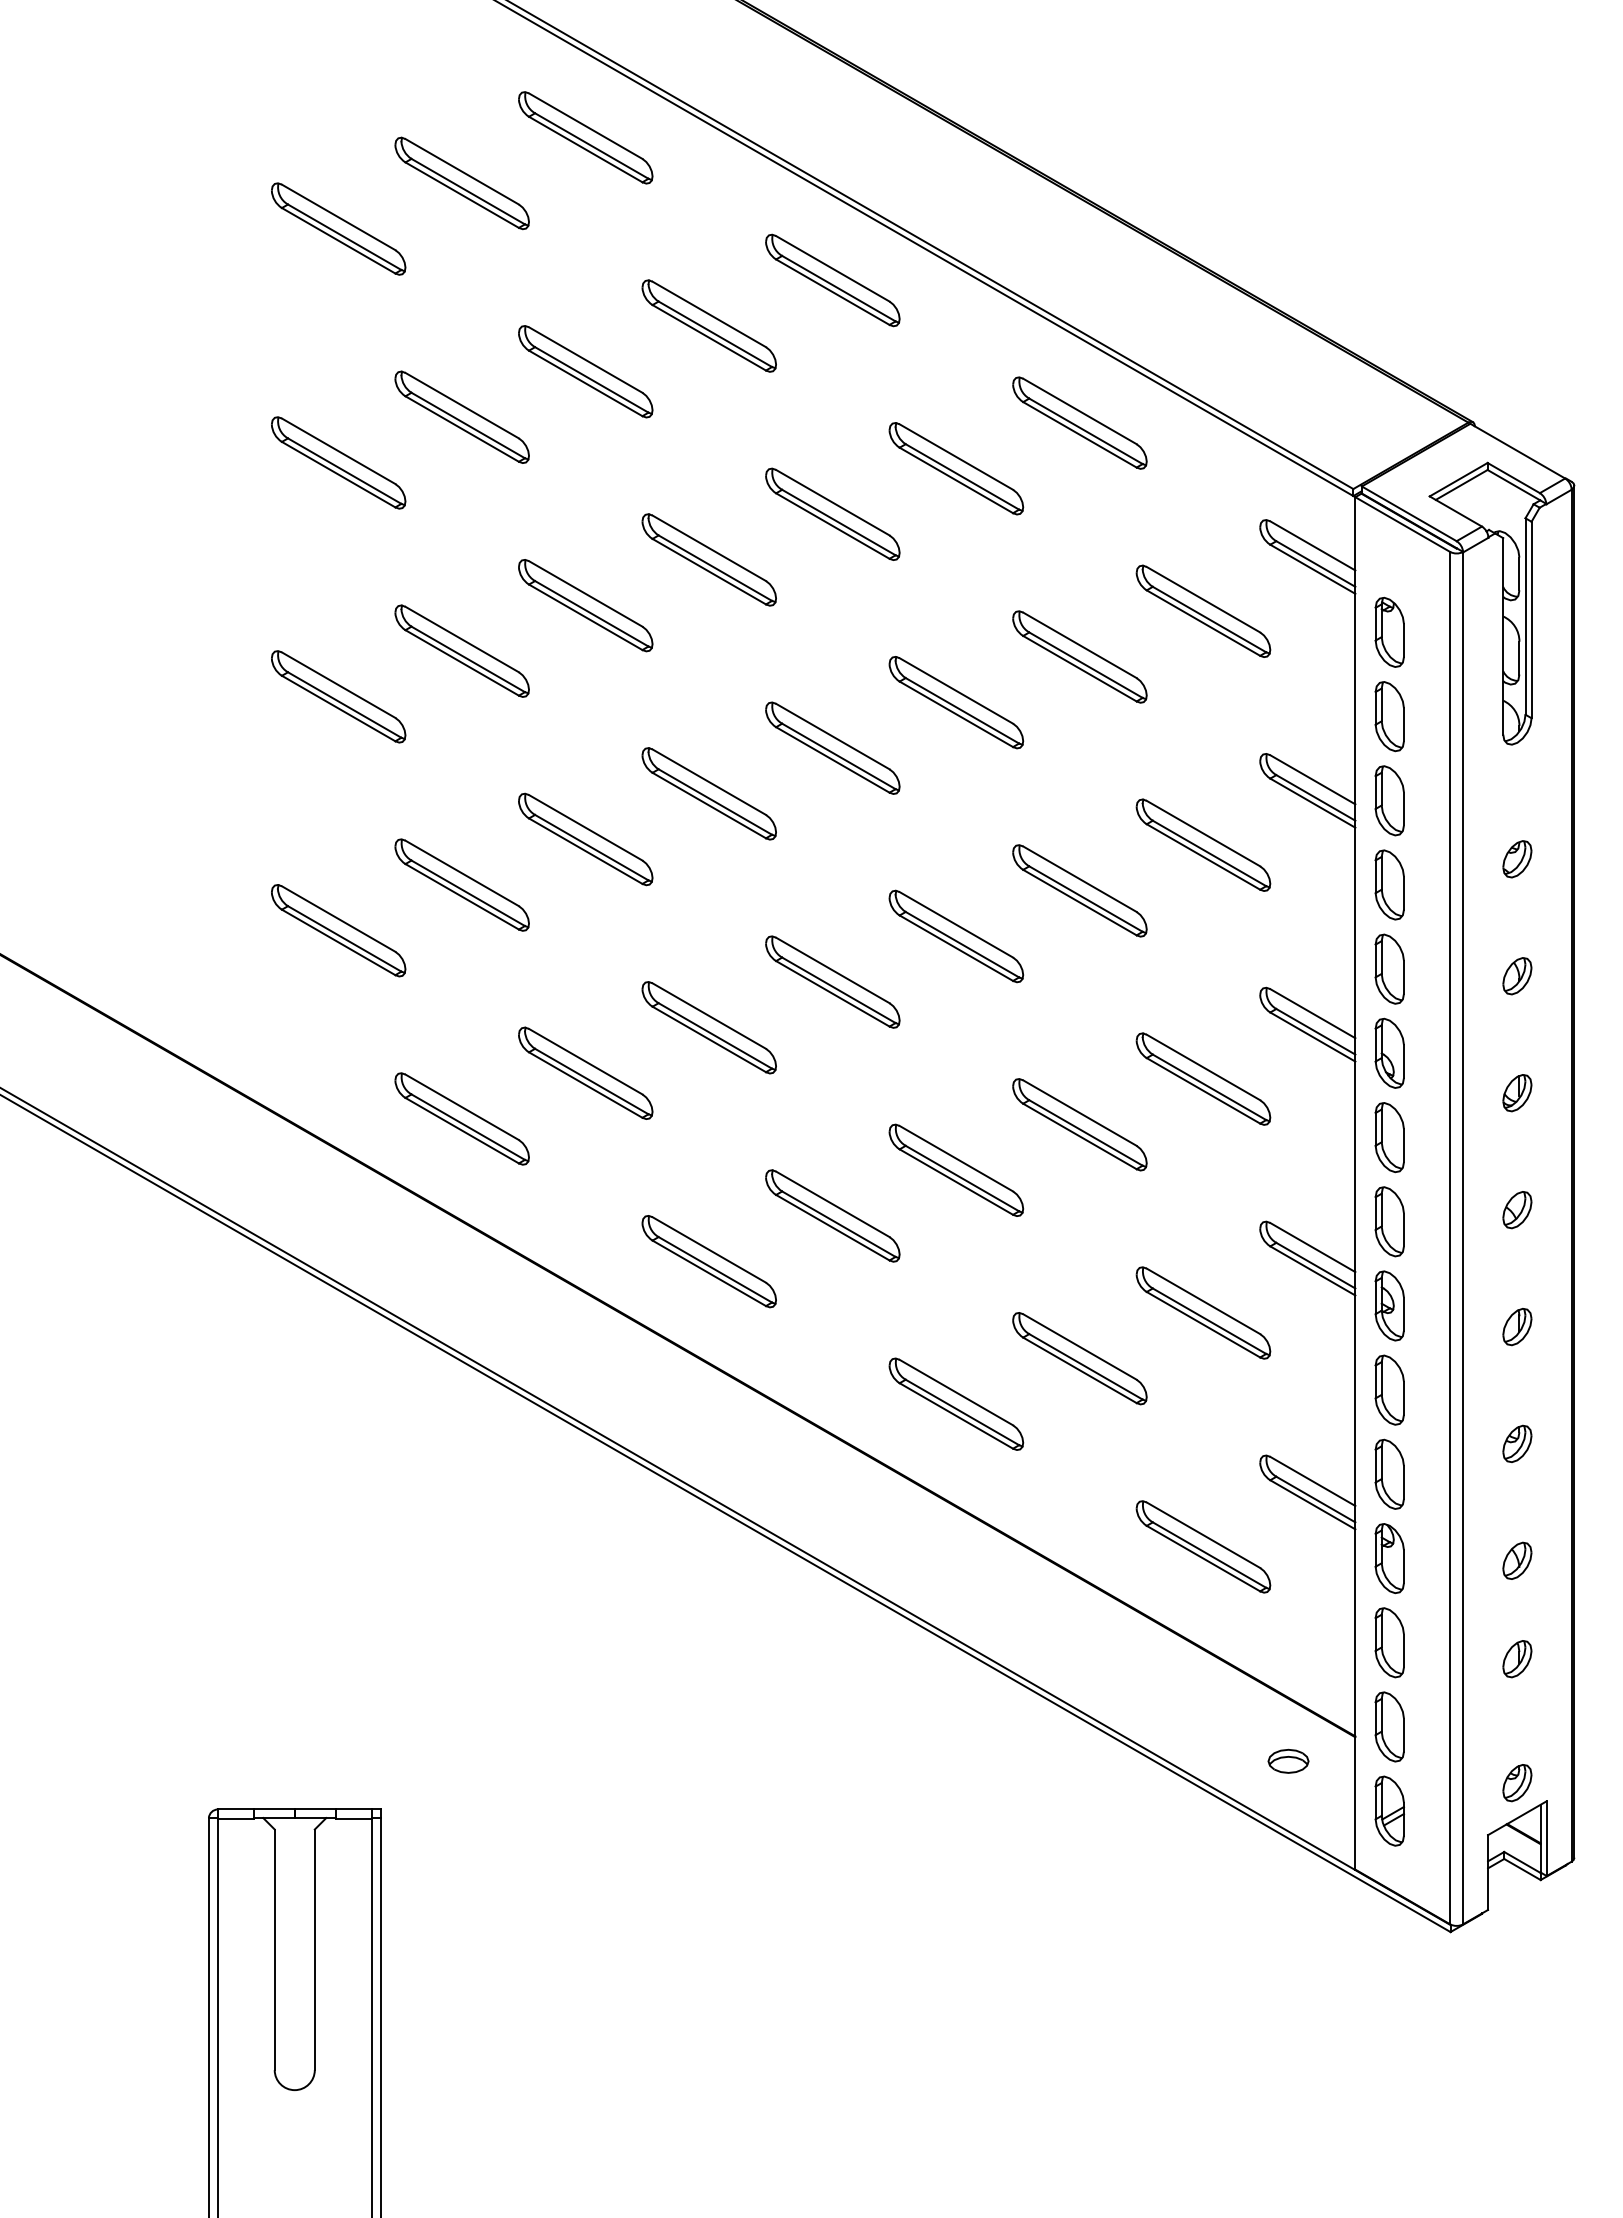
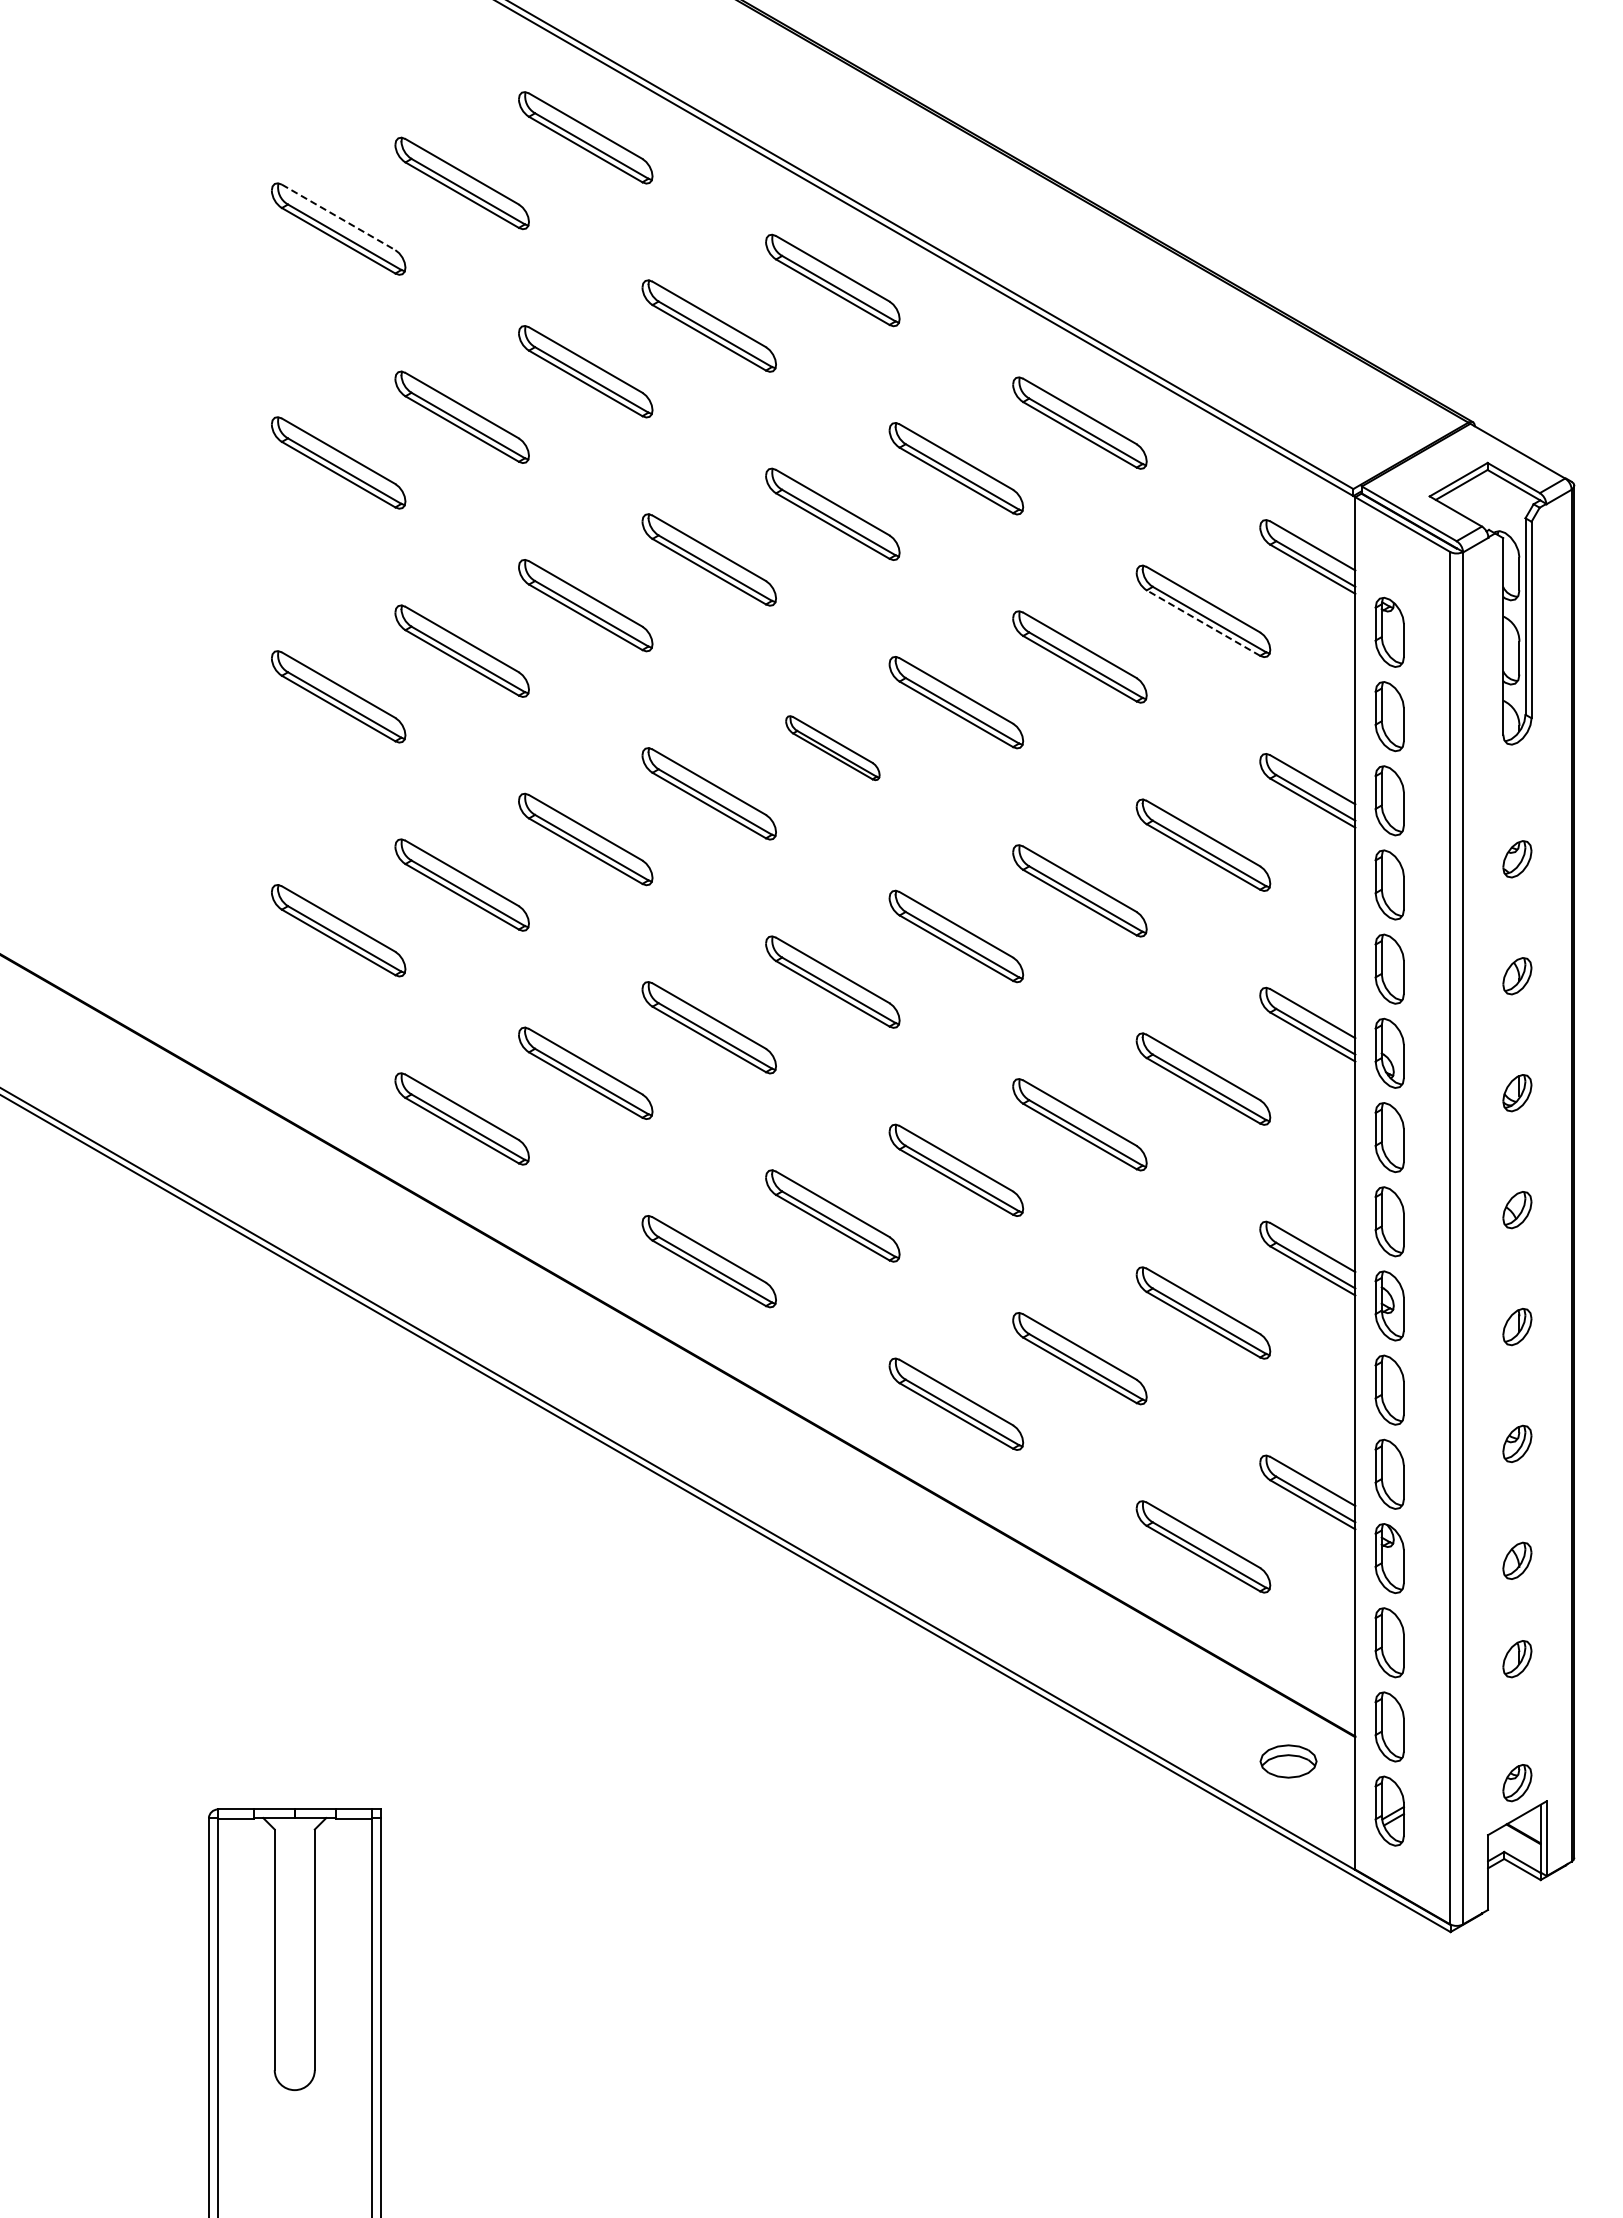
line at (339, 217): solid -> dashed
line at (1203, 622): solid -> dashed
part at (832, 747) size: 136x94 px -> 96x67 px
part at (1288, 1760) size: 43x26 px -> 59x35 px
